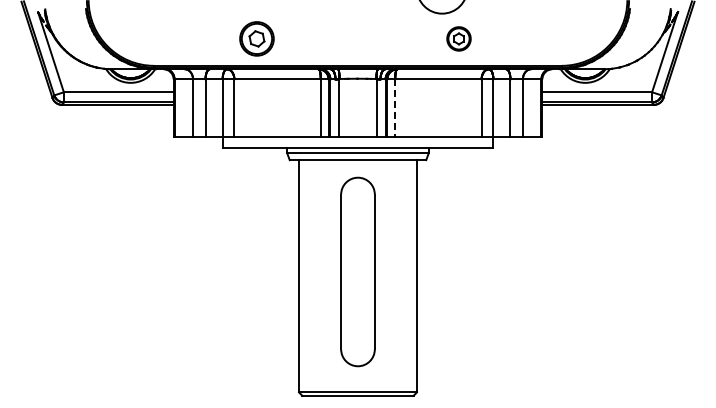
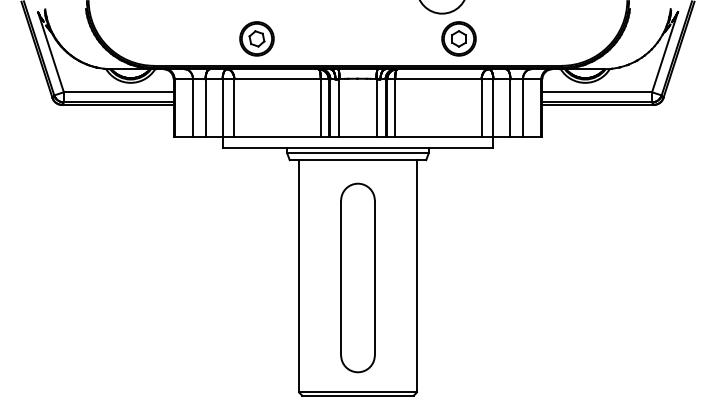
part at (458, 38) size: 26x26 px -> 36x36 px
line at (395, 107): dashed -> solid
part at (357, 271) position: (357, 271) -> (357, 277)
